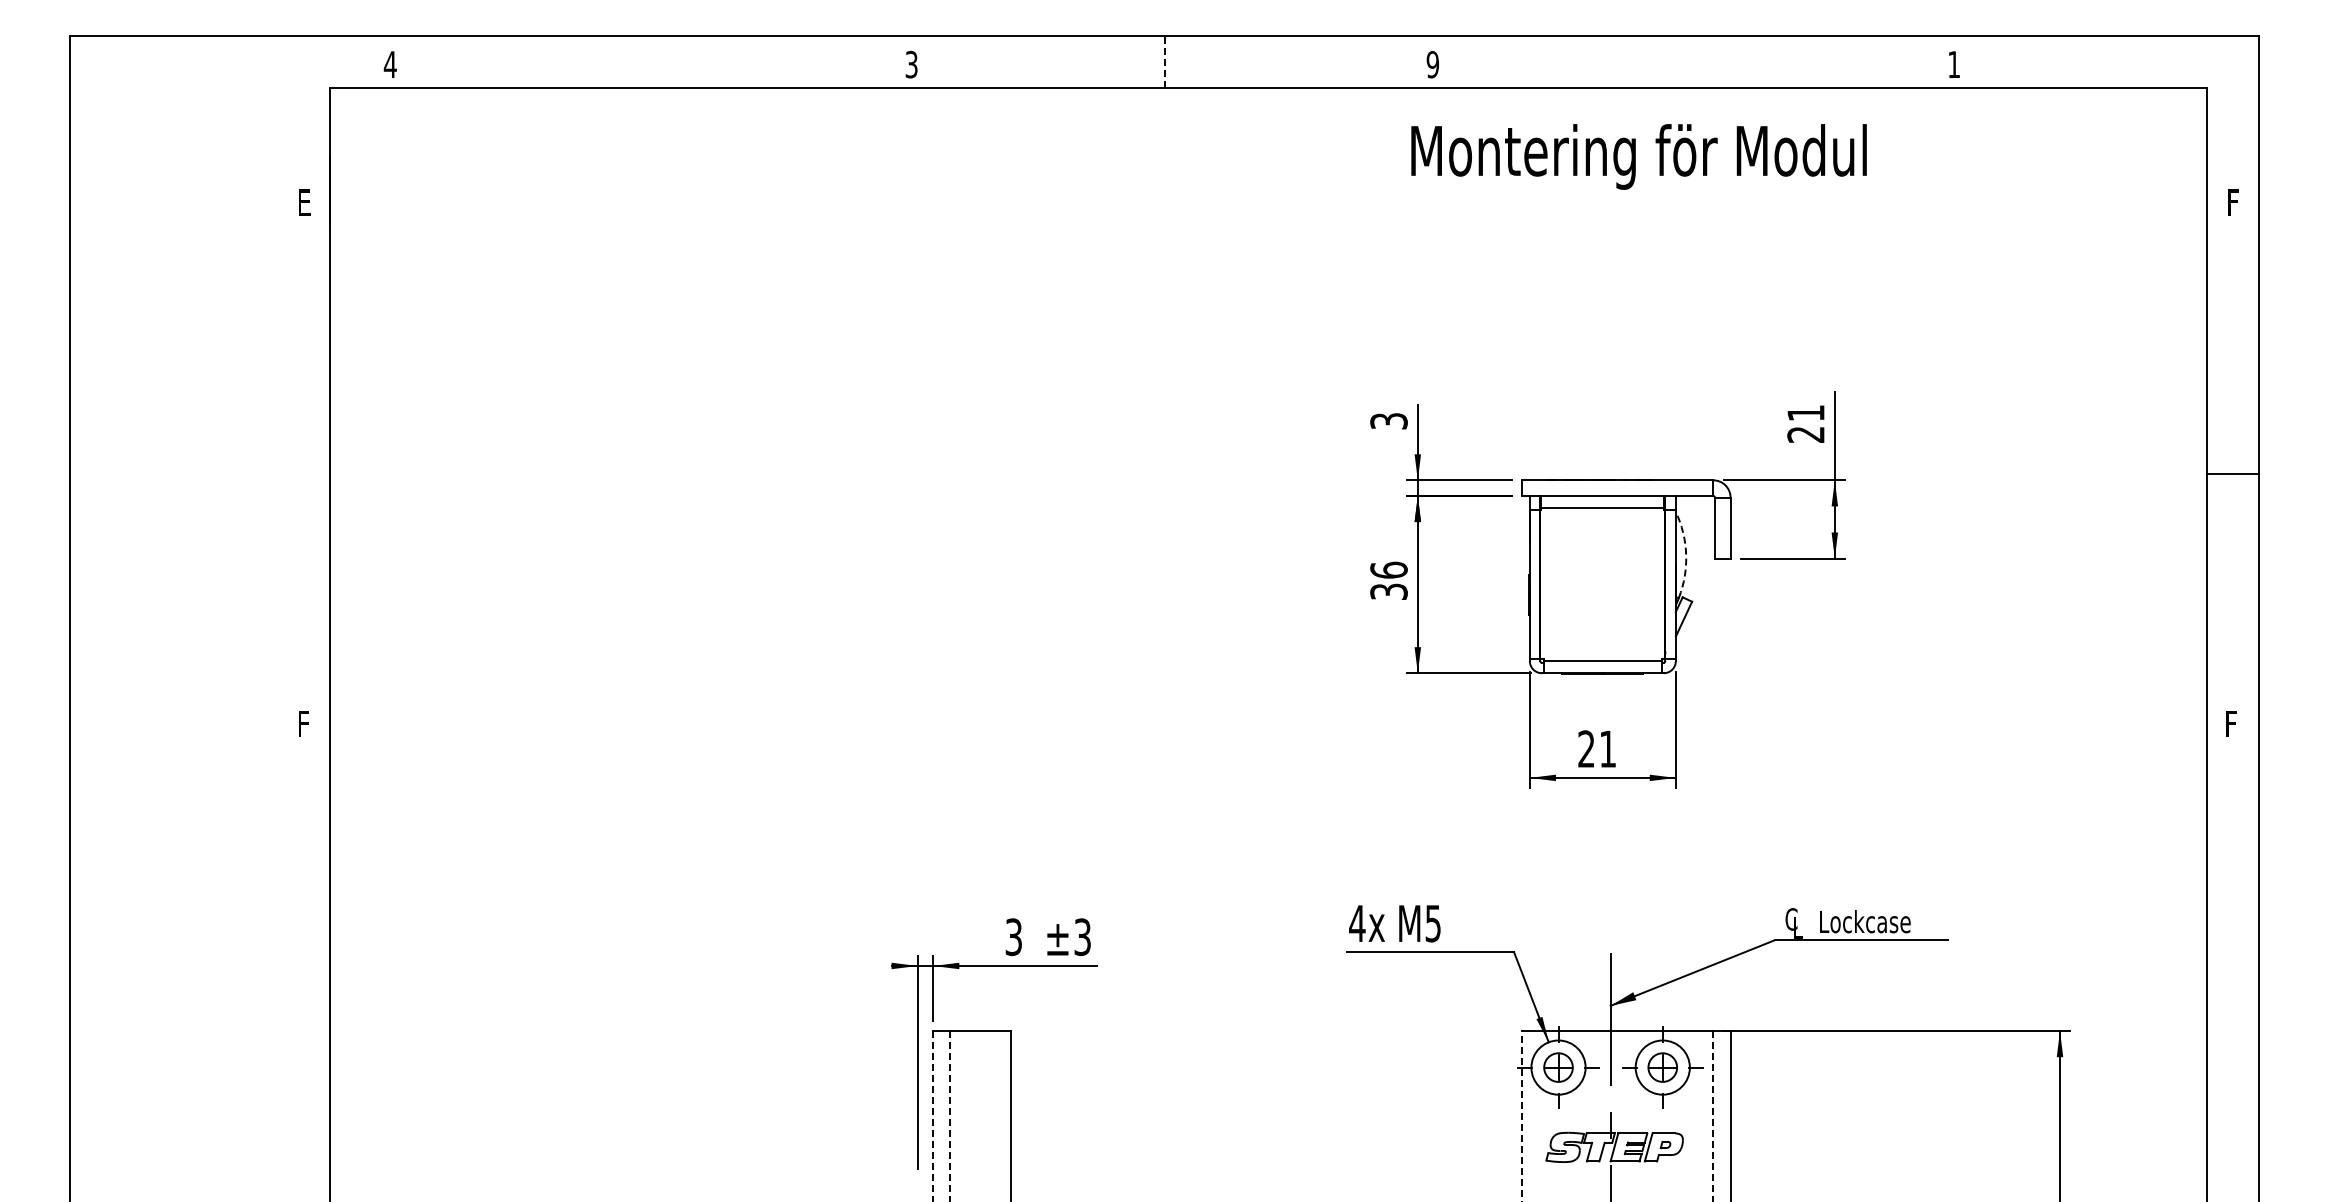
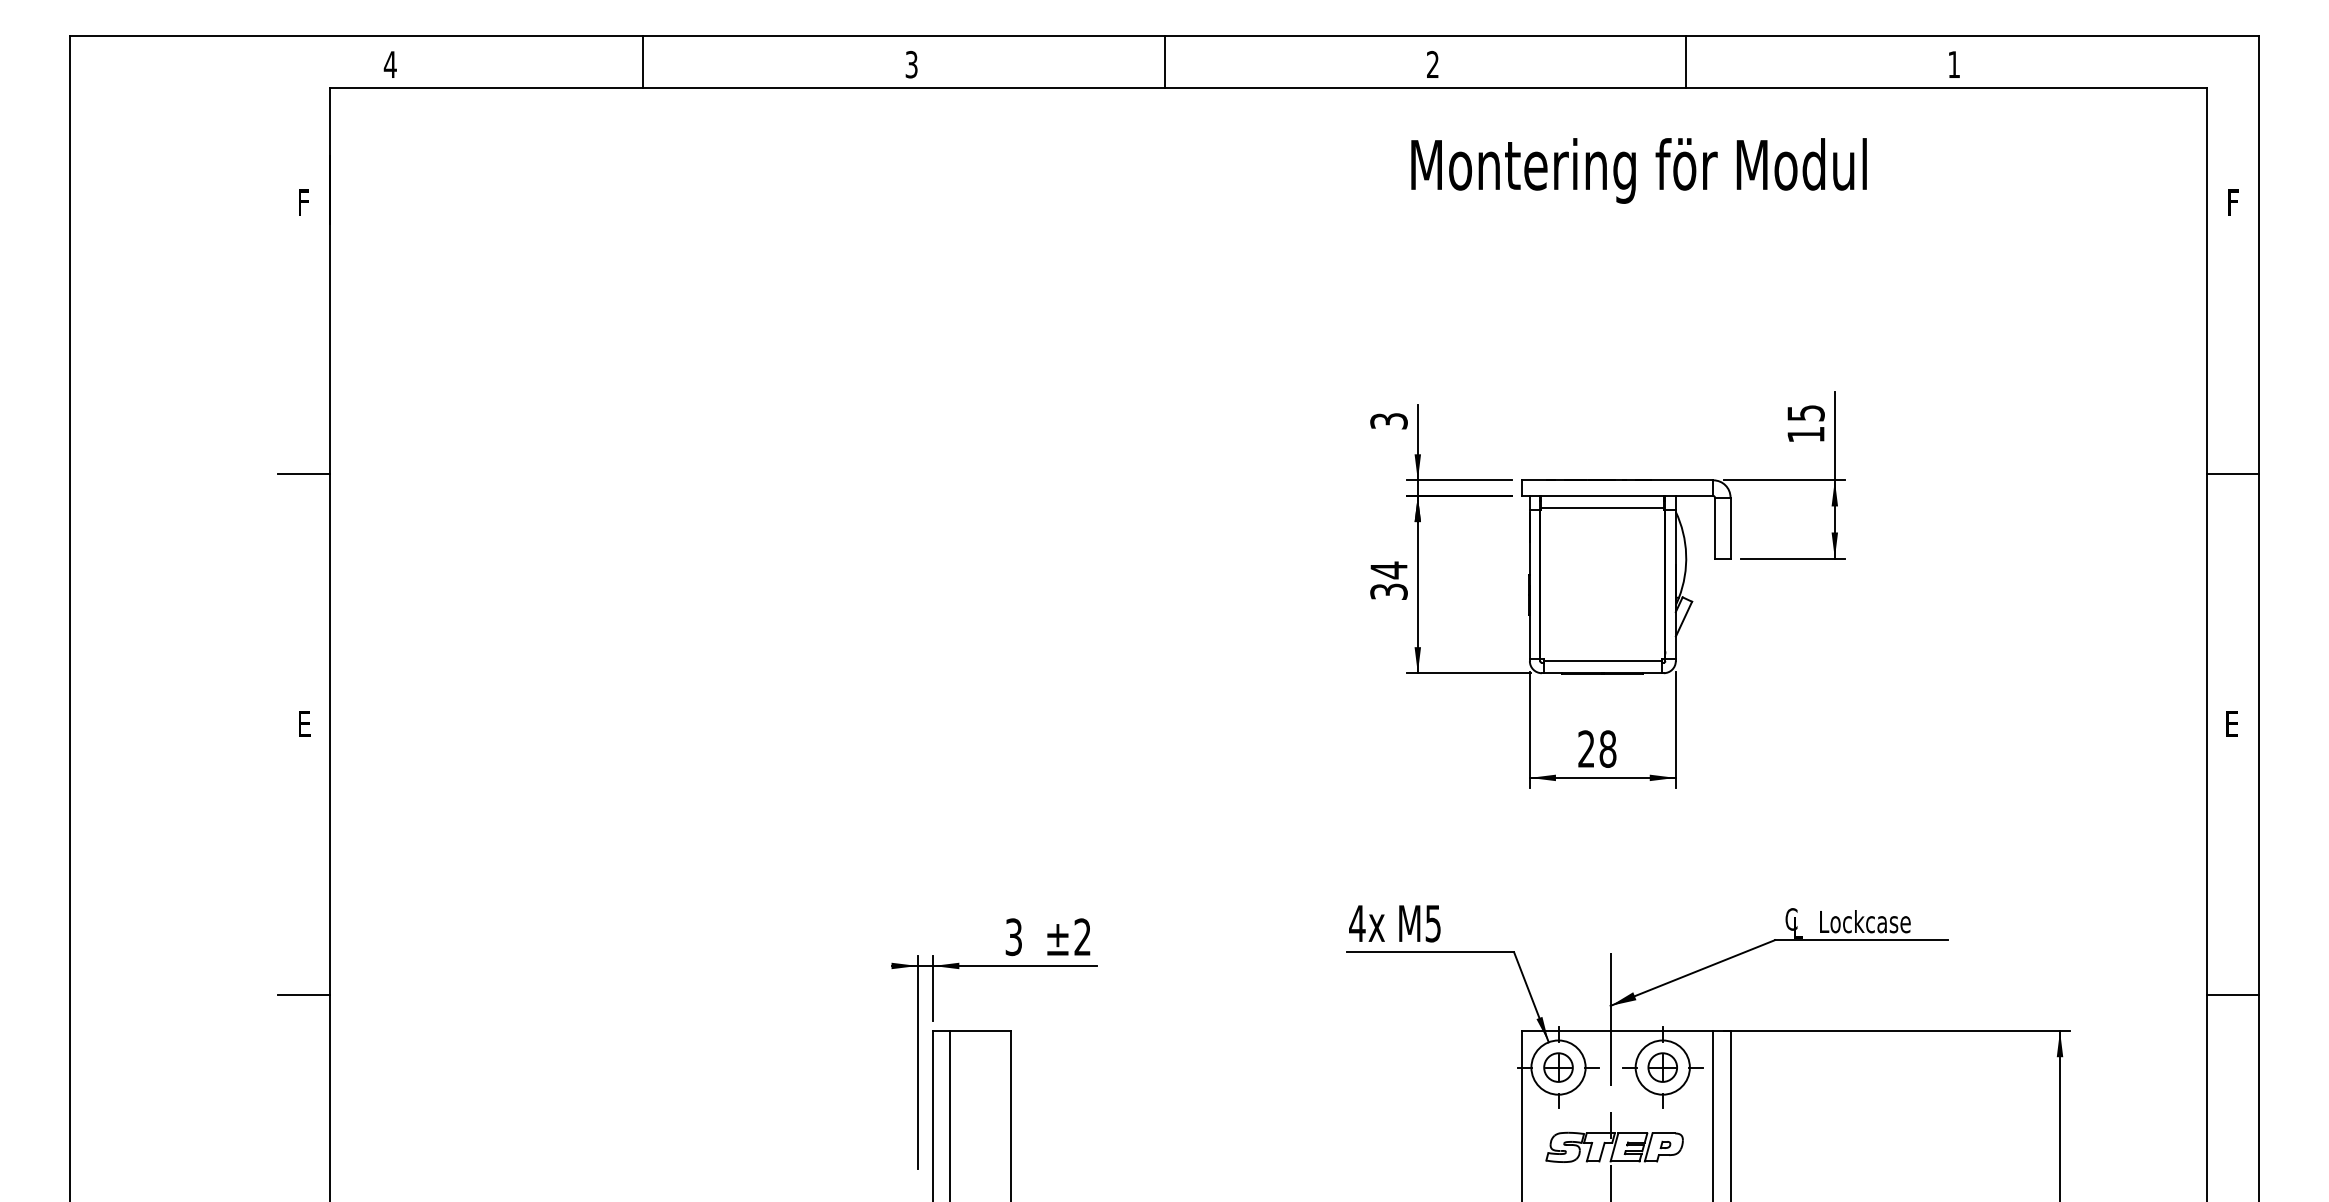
line at (1164, 61): dashed -> solid
line at (643, 62): none -> present
line at (1685, 62): none -> present
text at (1432, 64): 9 -> 2
text at (1638, 156) position: (1638, 156) -> (1638, 170)
text at (305, 202): E -> F
text at (1805, 423): 21 -> 15
line at (304, 474): none -> present
arc at (1686, 554): dashed -> solid
text at (1388, 570): 36 -> 34
text at (305, 723): F -> E
text at (2233, 723): F -> E
text at (1607, 748): 21 -> 28
text at (1082, 937): ±3 -> ±2
line at (304, 995): none -> present
line at (2233, 995): none -> present
line at (1522, 1116): dashed -> solid
line at (933, 1117): dashed -> solid
line at (950, 1117): dashed -> solid
line at (1713, 1117): dashed -> solid
